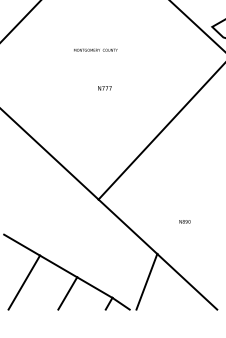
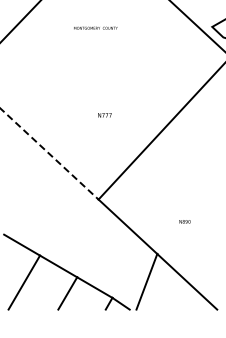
text at (95, 49) position: (95, 49) -> (95, 27)
text at (104, 88) position: (104, 88) -> (104, 115)
line at (49, 154): solid -> dashed
